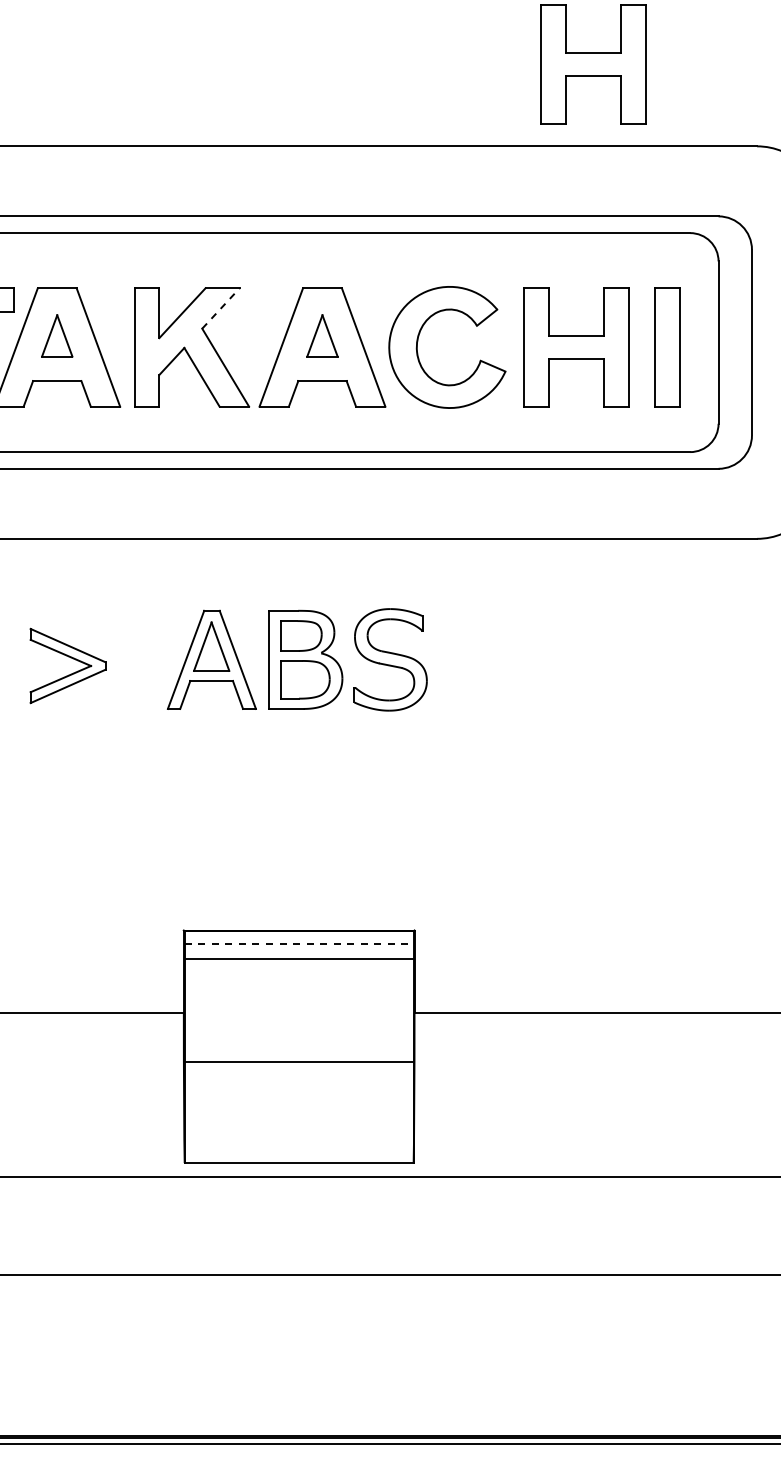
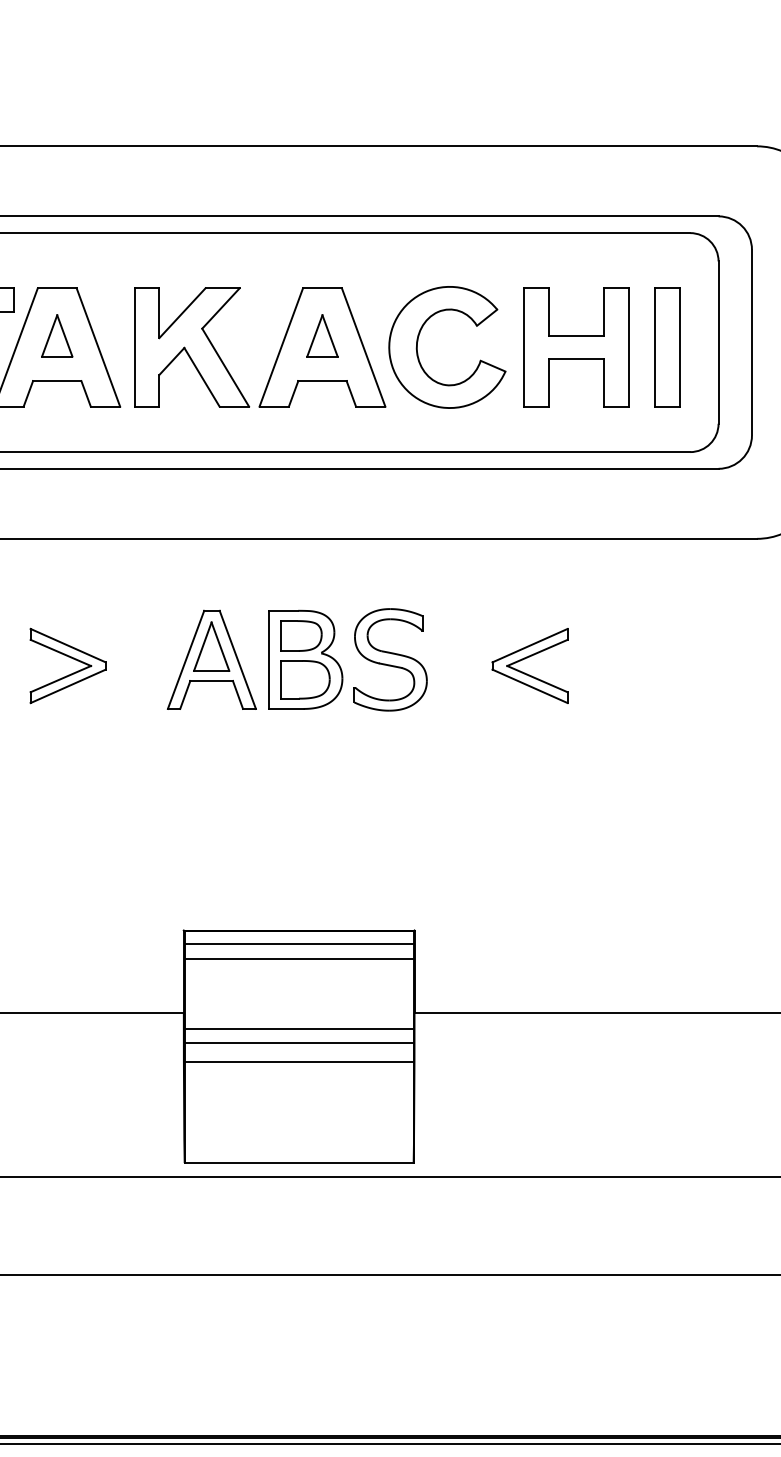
part at (593, 64): present -> none
line at (221, 308): dashed -> solid
part at (525, 659): none -> present
line at (299, 944): dashed -> solid
line at (298, 1028): none -> present
line at (298, 1042): none -> present
